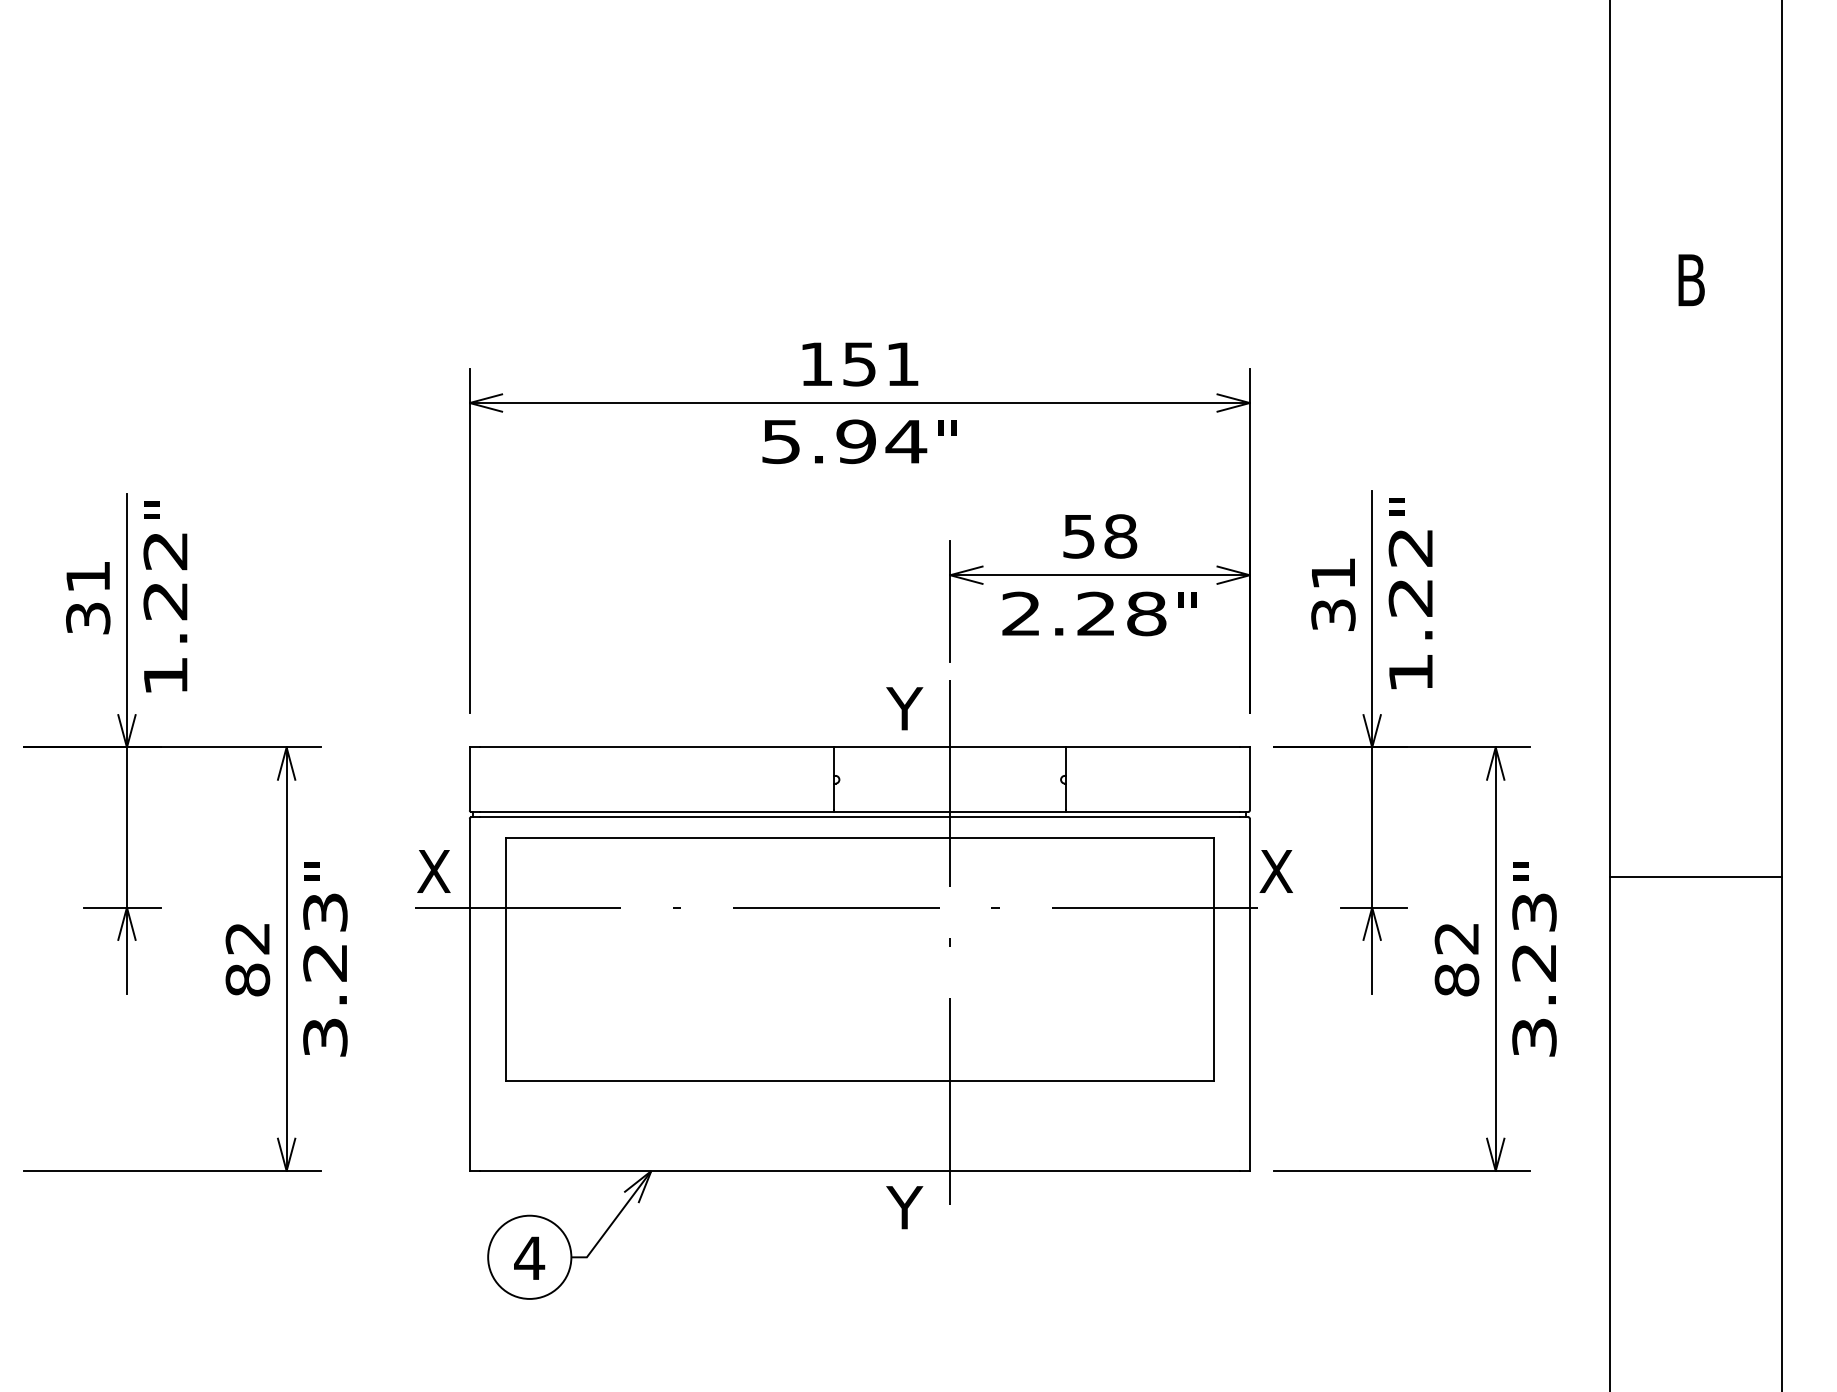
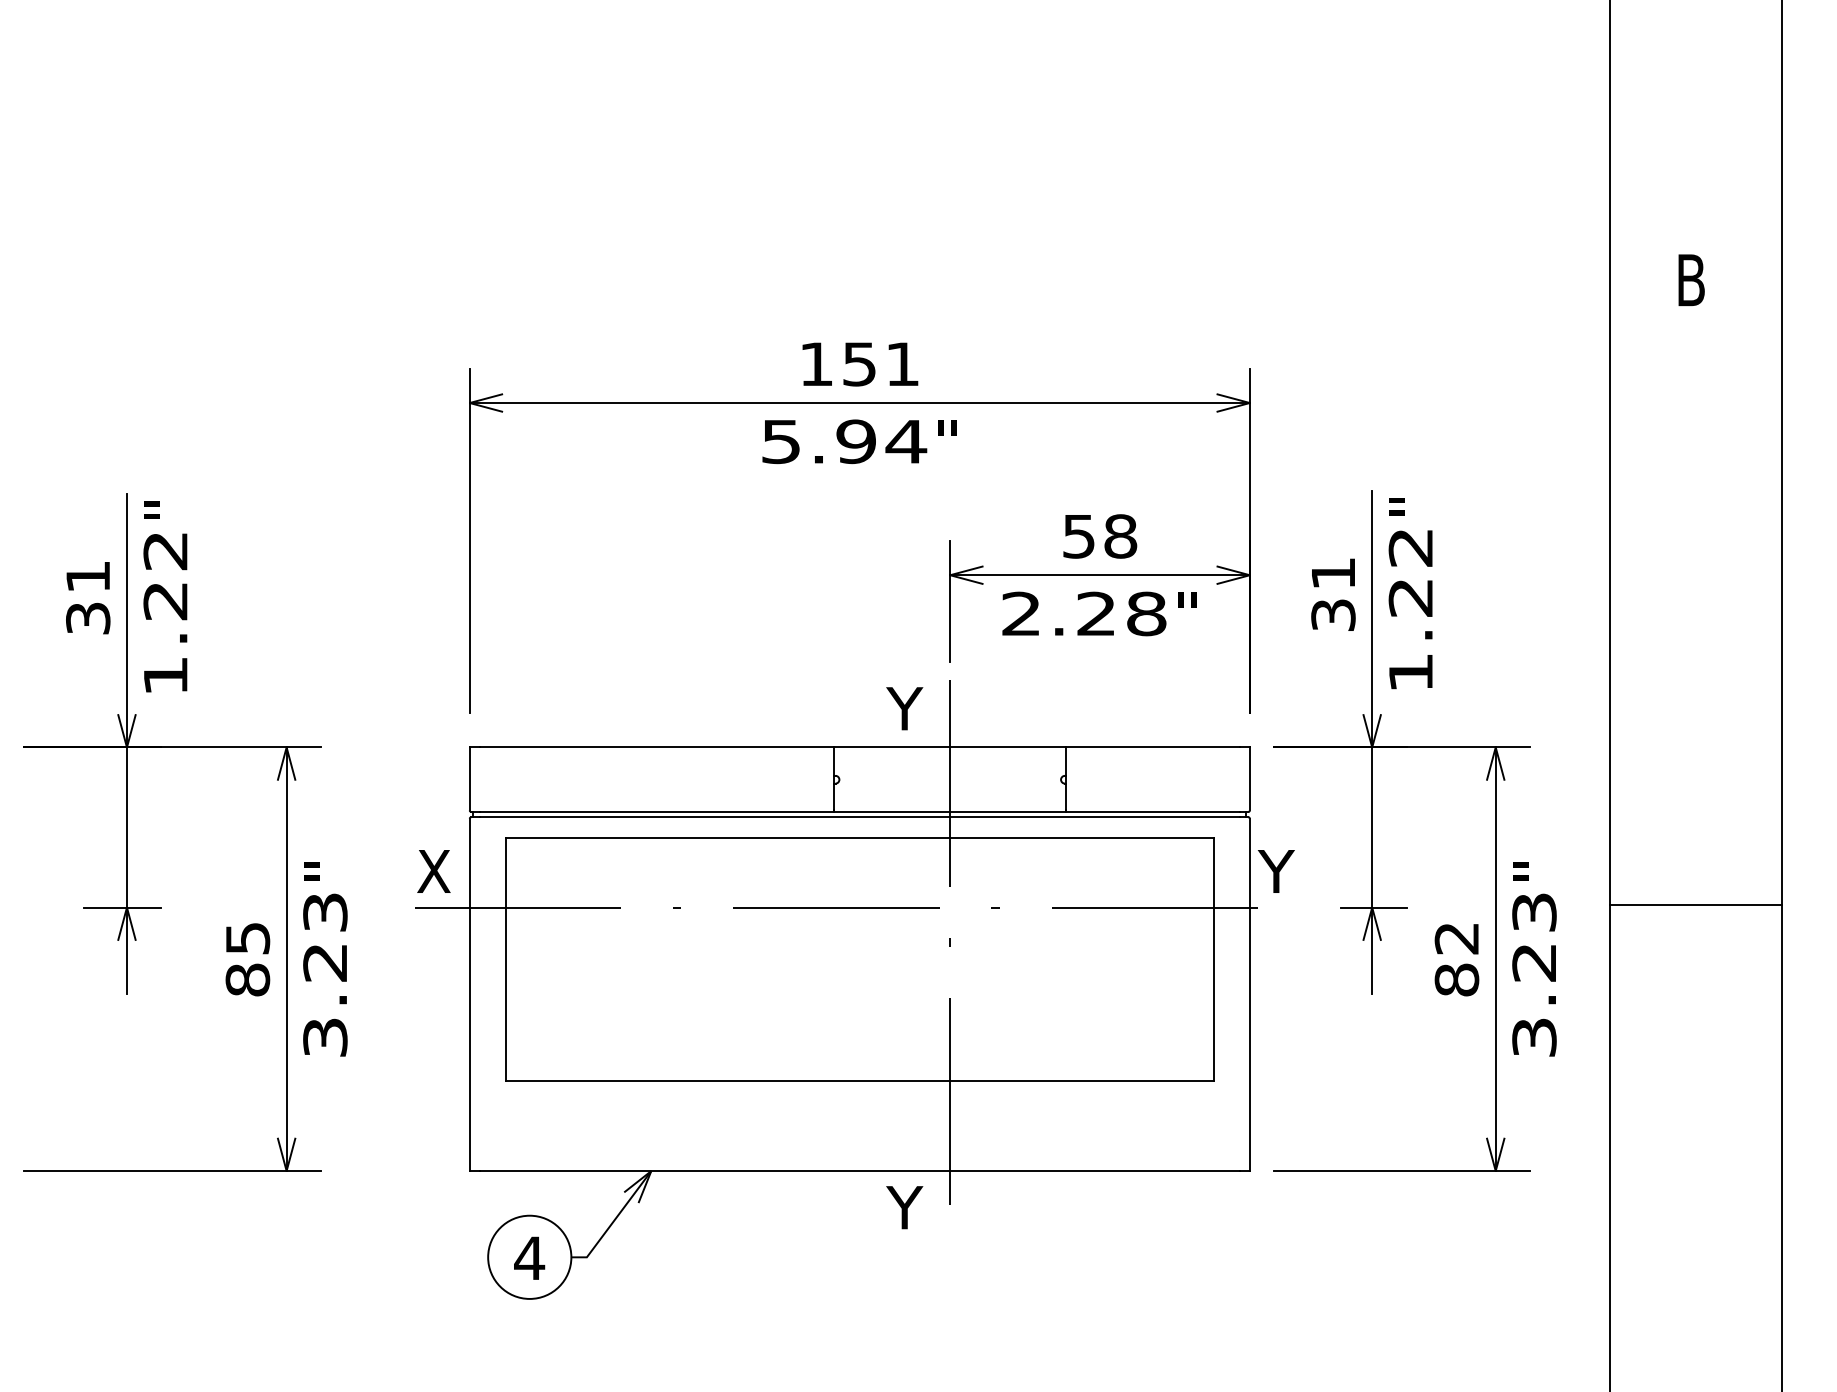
text at (1275, 871): X -> Y
line at (1695, 876) position: (1695, 876) -> (1695, 904)
text at (247, 938): 82 -> 85
